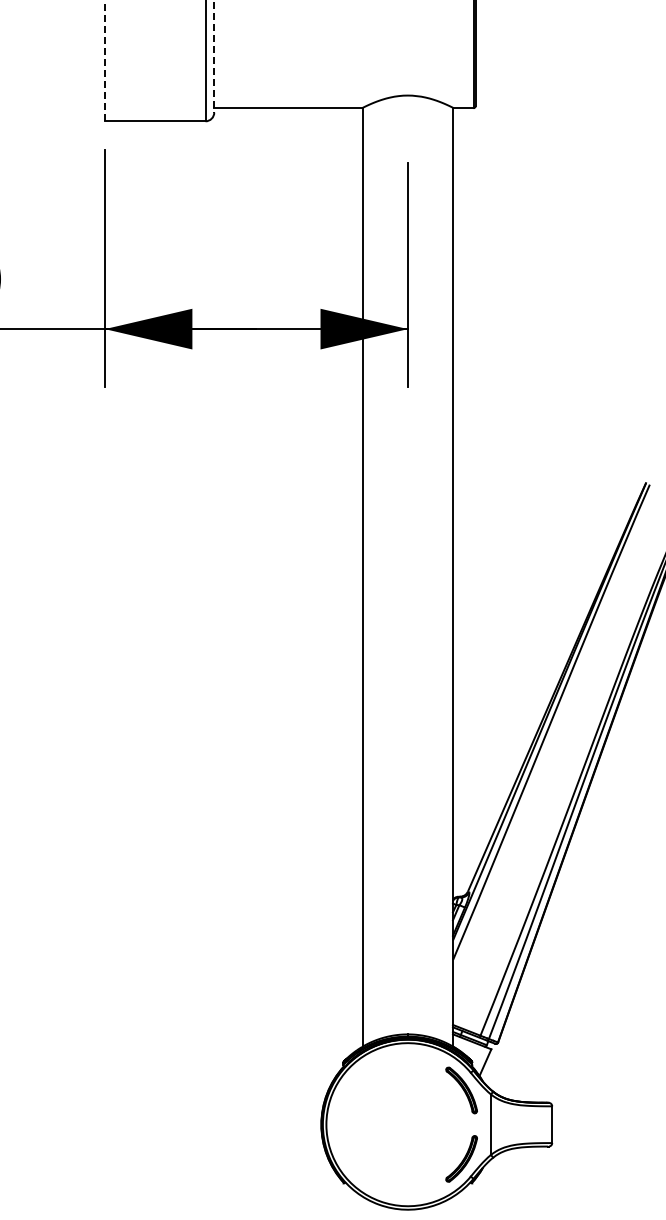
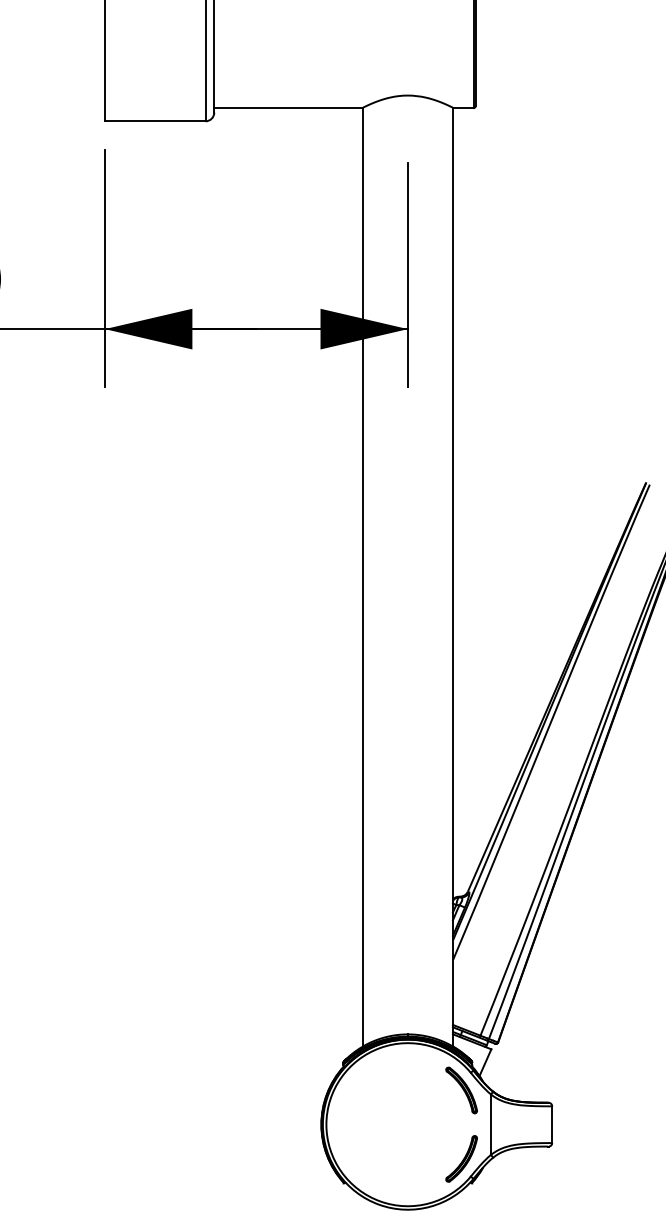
line at (214, 56): dashed -> solid
line at (104, 60): dashed -> solid
